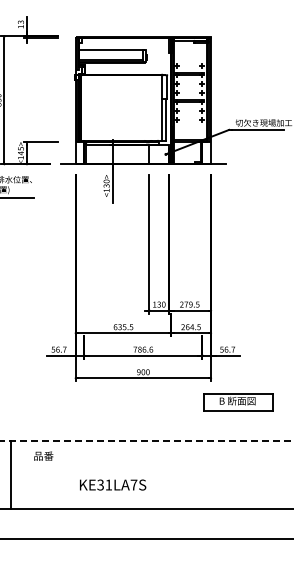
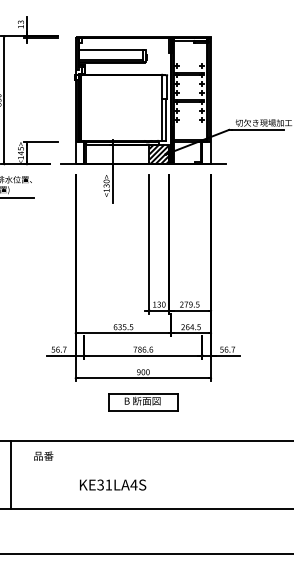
hatch at (159, 154): none -> present
part at (238, 402) position: (238, 402) -> (143, 402)
line at (147, 441): dashed -> solid
text at (133, 484): KE31LA7S -> KE31LA4S
line at (146, 538) position: (146, 538) -> (146, 553)
